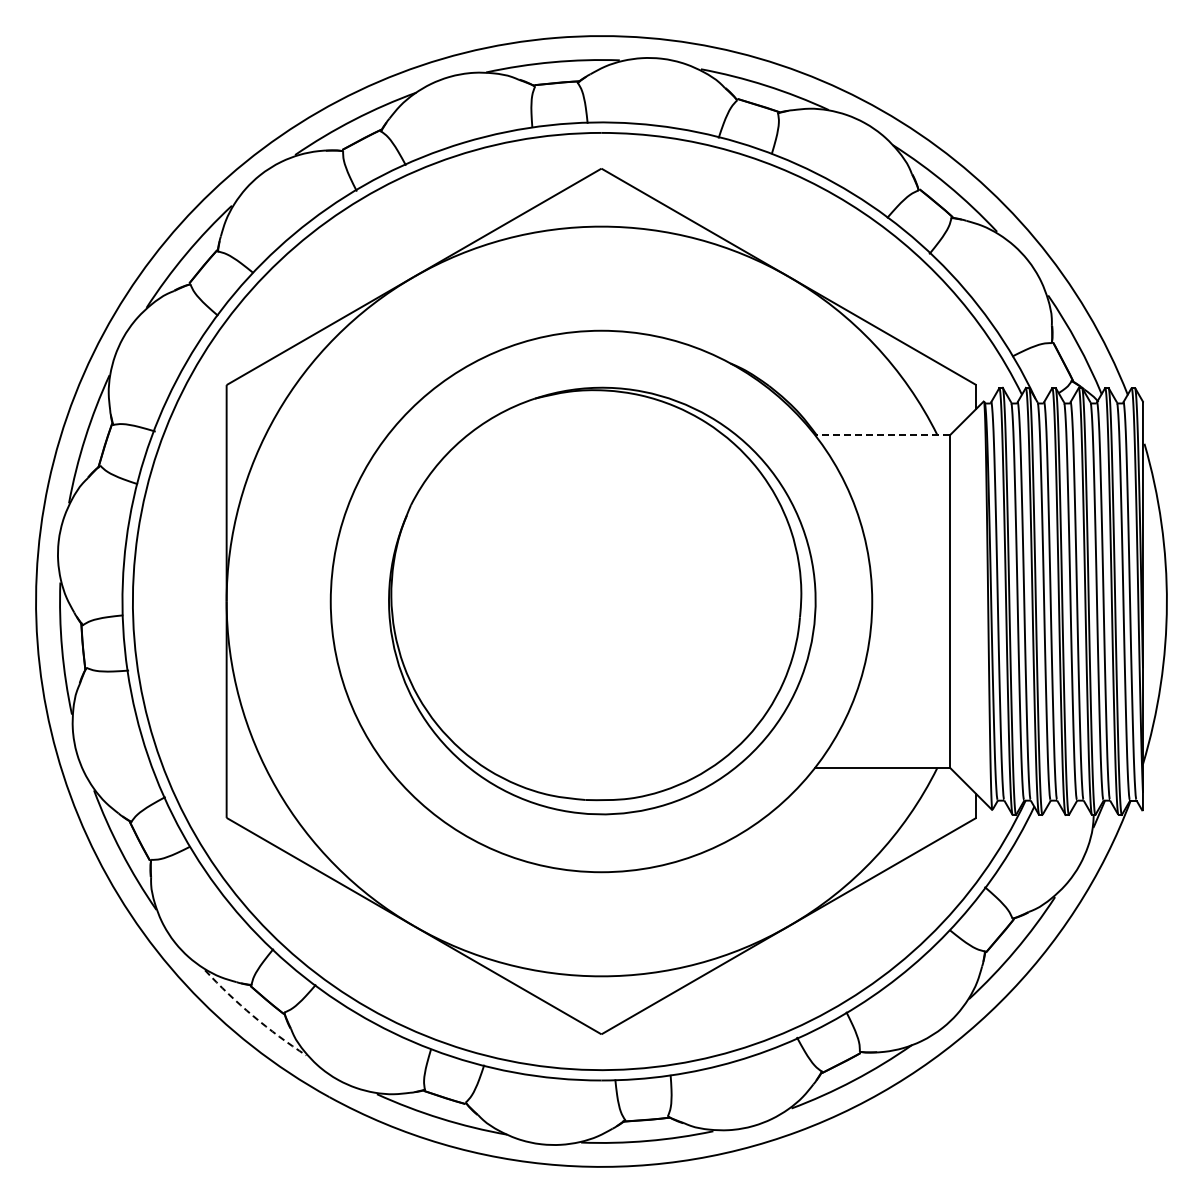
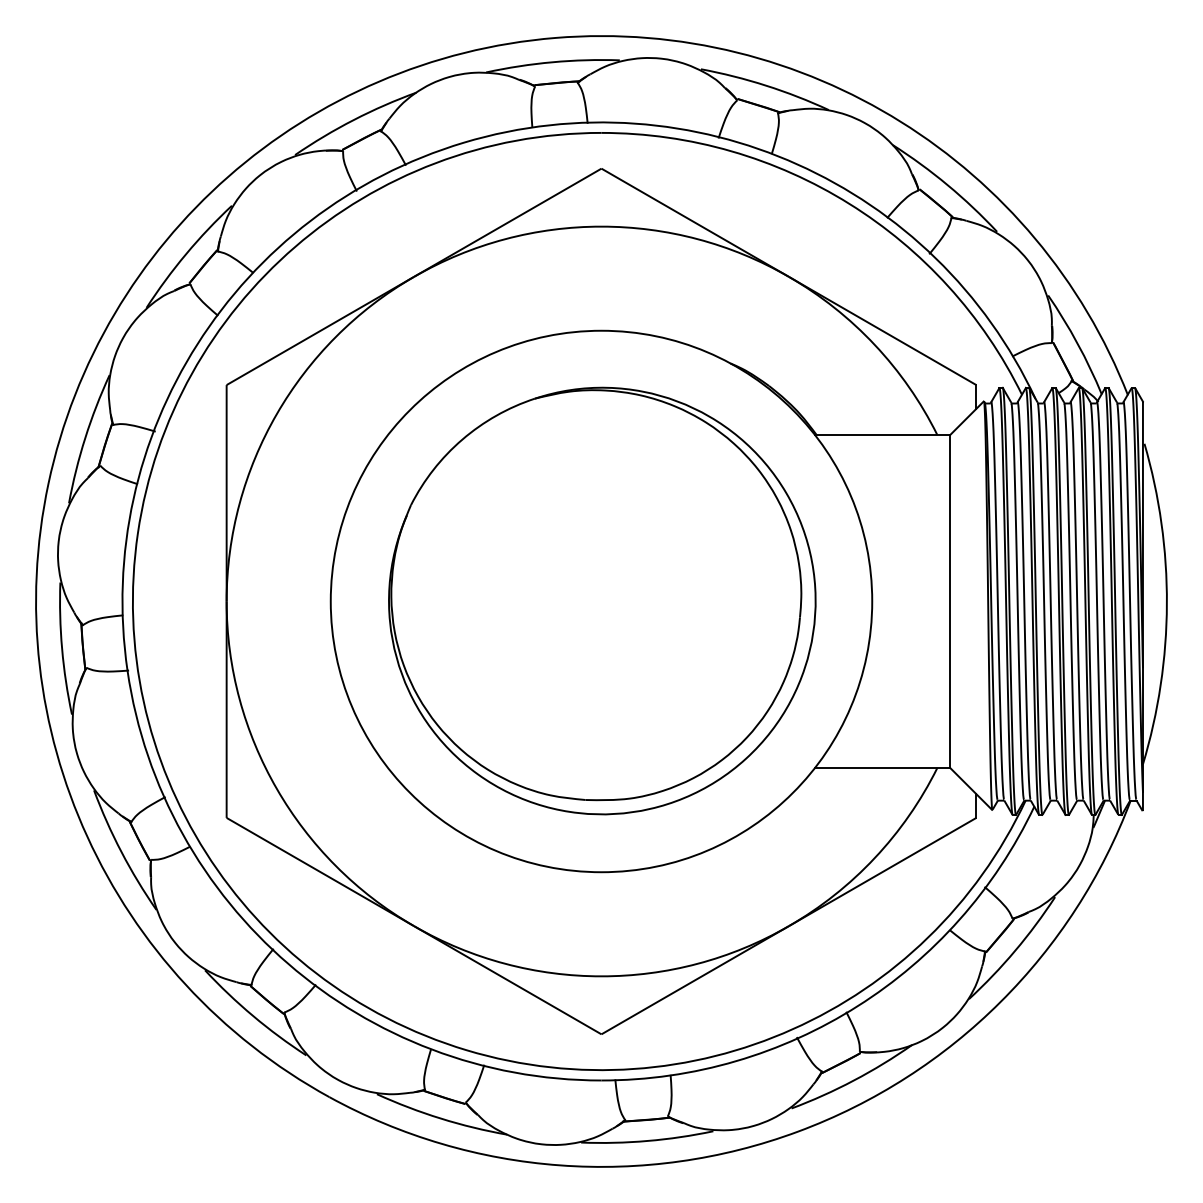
line at (882, 434): dashed -> solid
arc at (253, 1015): dashed -> solid
